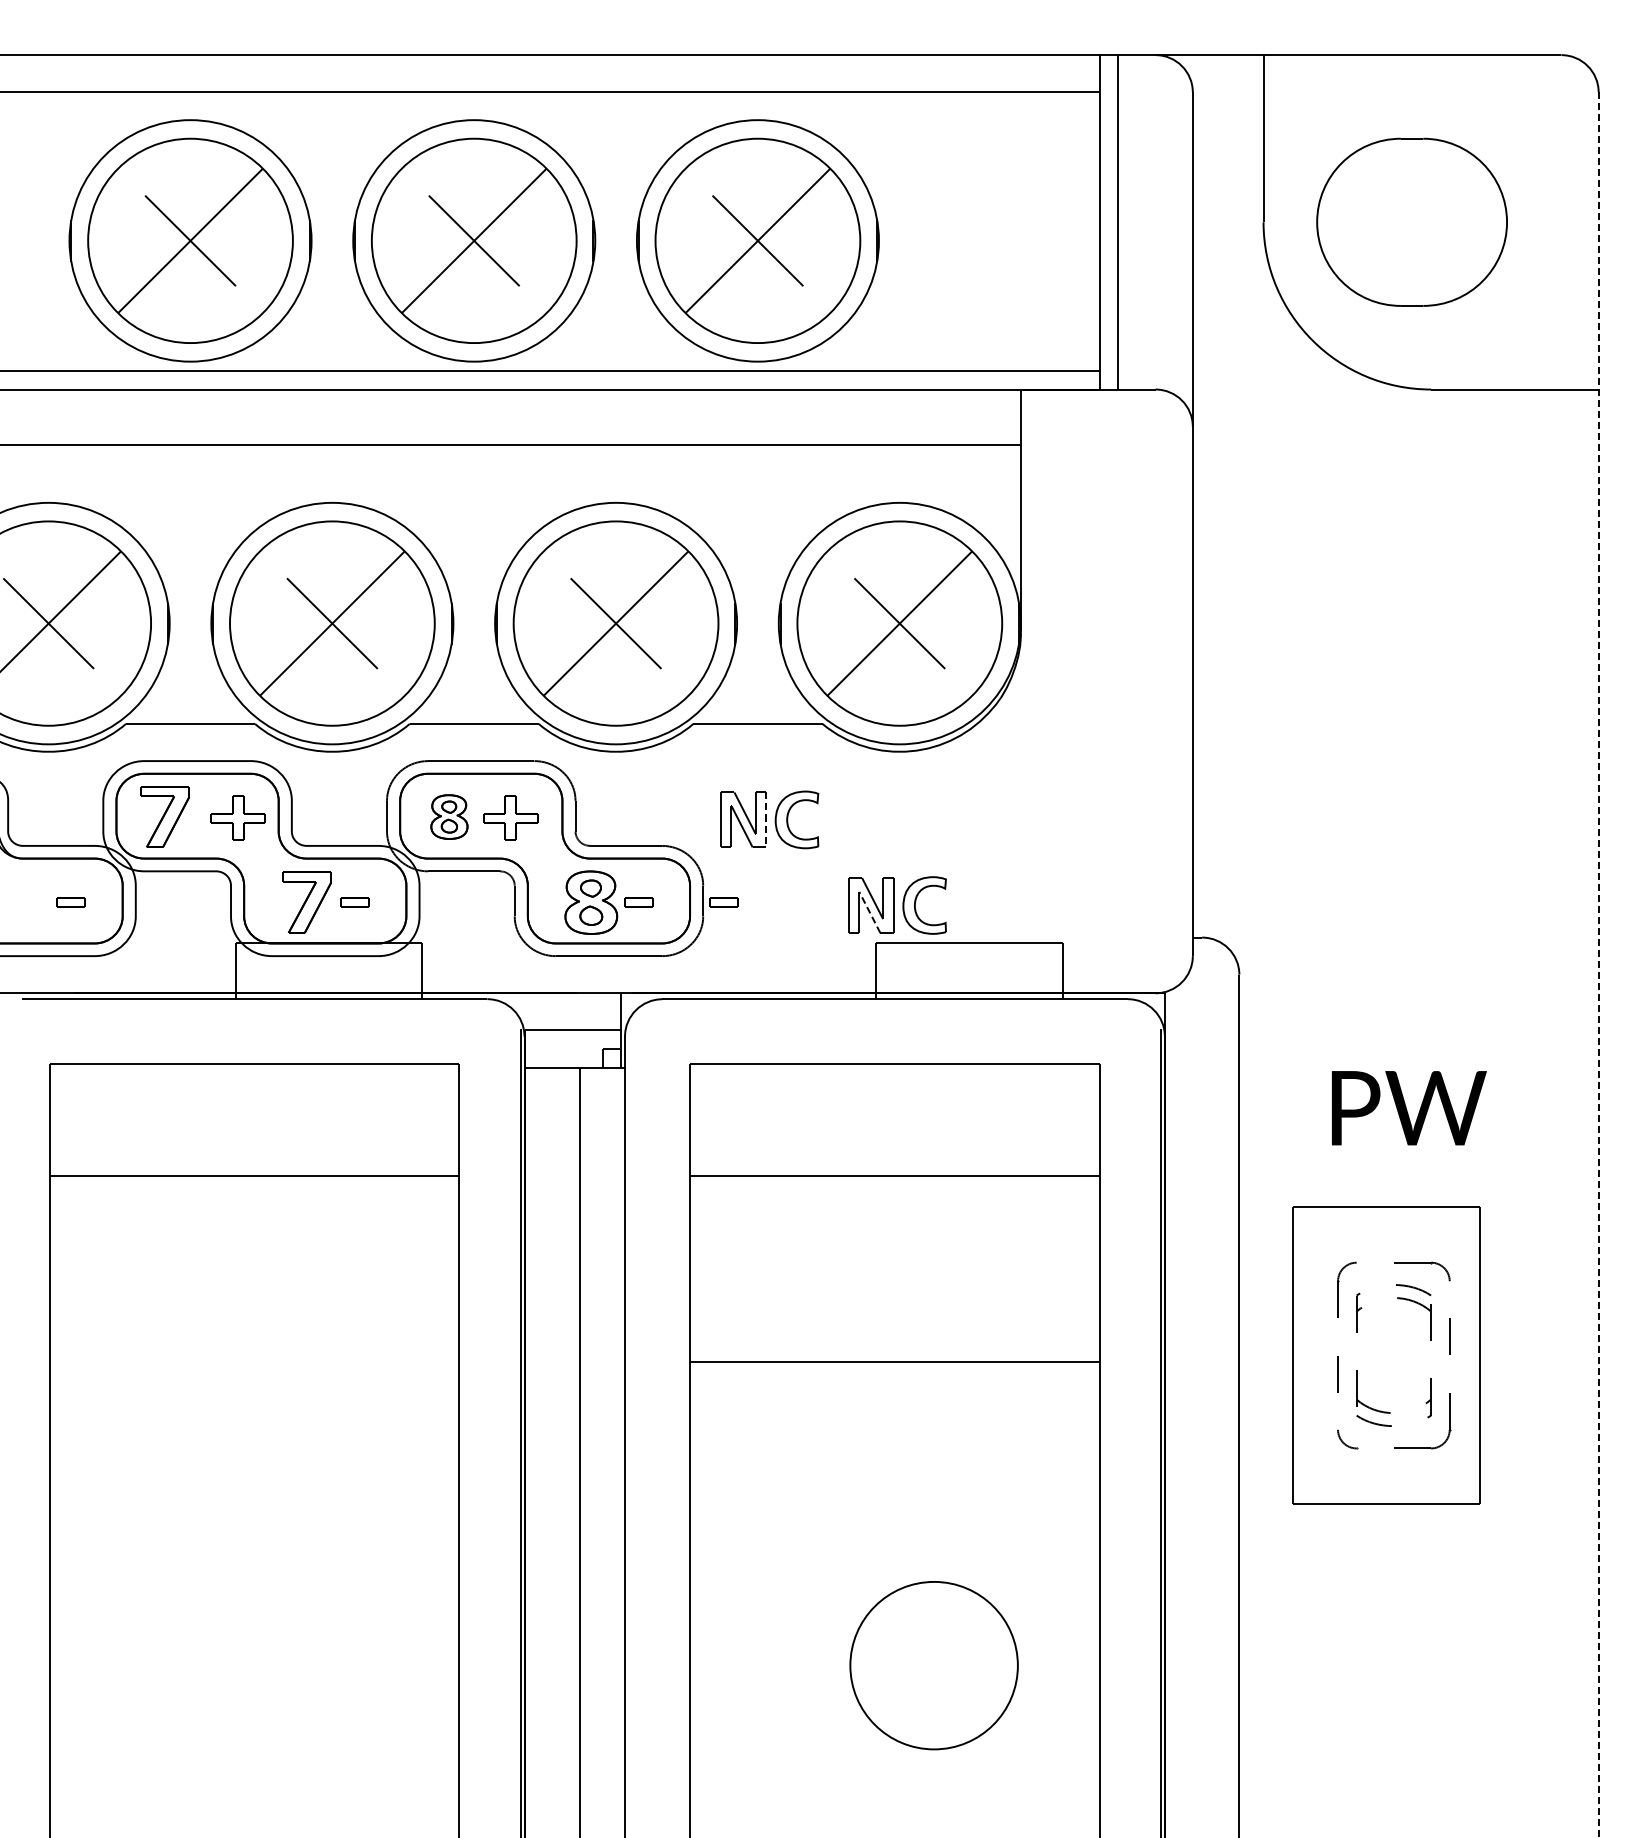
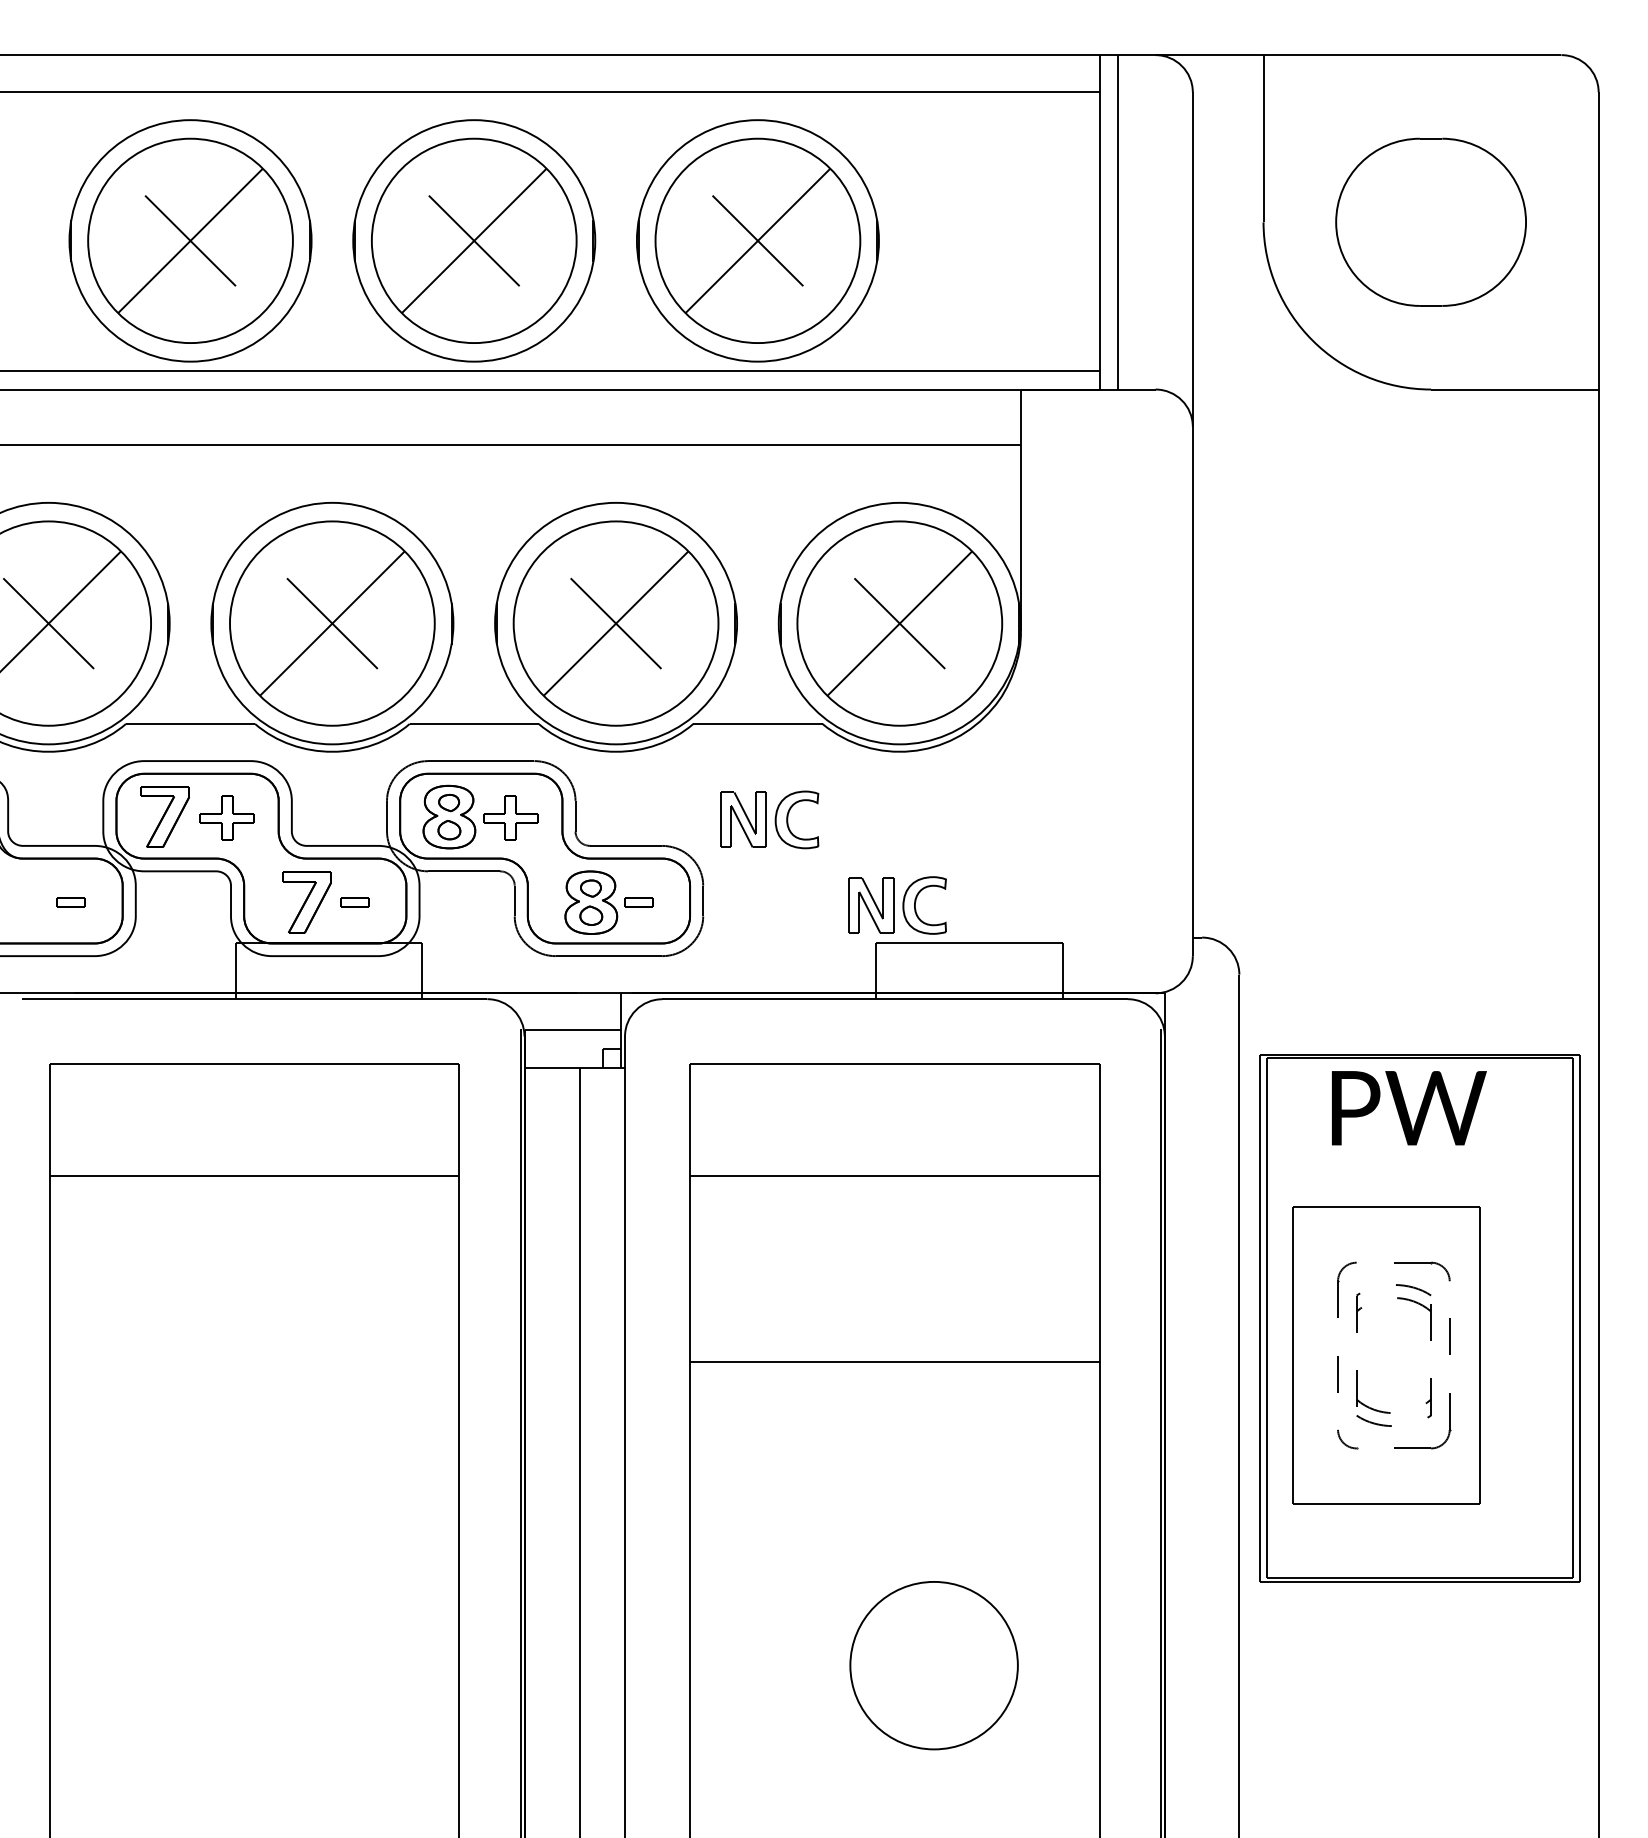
part at (1411, 221) position: (1411, 221) -> (1430, 221)
part at (449, 816) size: 39x46 px -> 55x66 px
part at (237, 817) position: (237, 817) -> (226, 817)
line at (766, 820): dashed -> solid
part at (723, 902): present -> none
line at (869, 912): dashed -> solid
line at (1598, 965): dashed -> solid
part at (1419, 1318): none -> present
